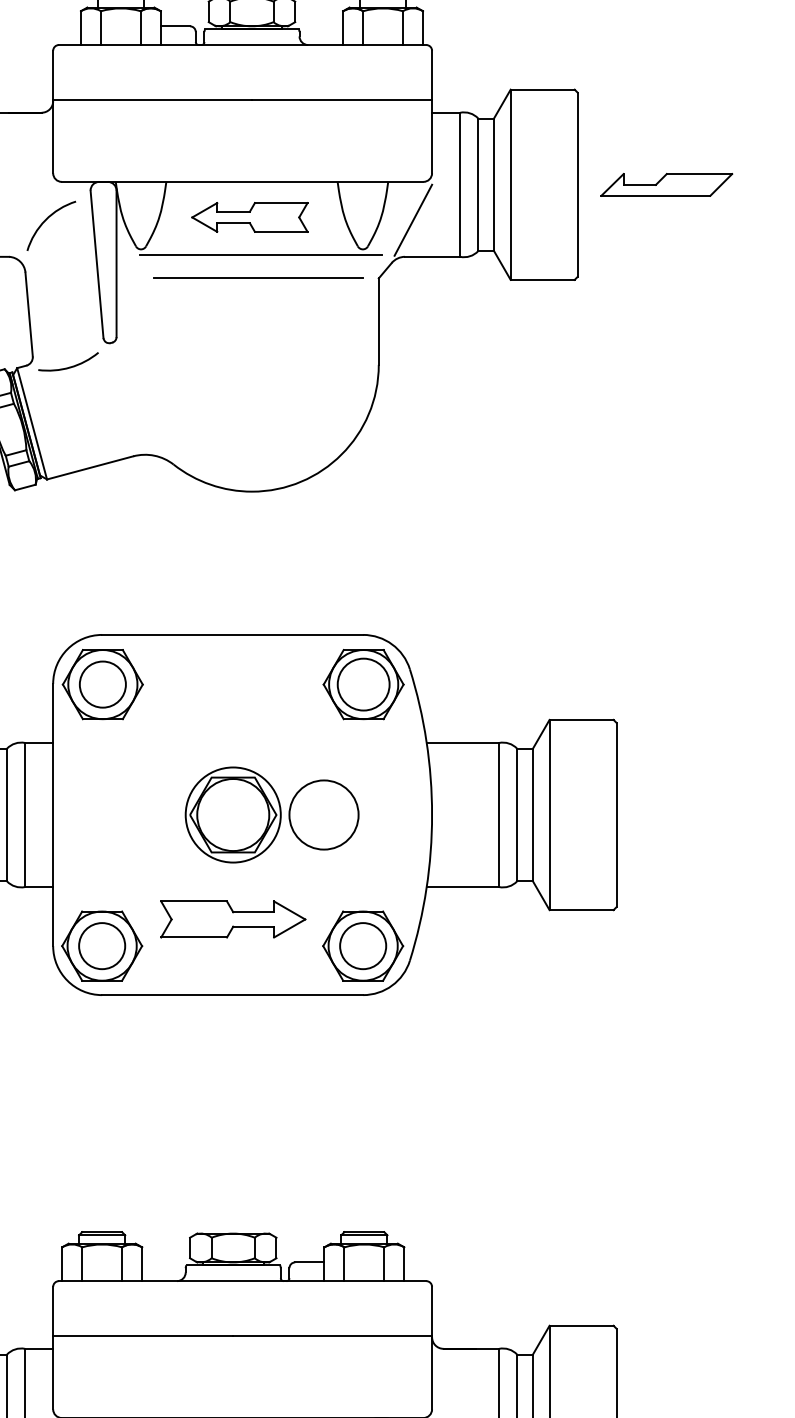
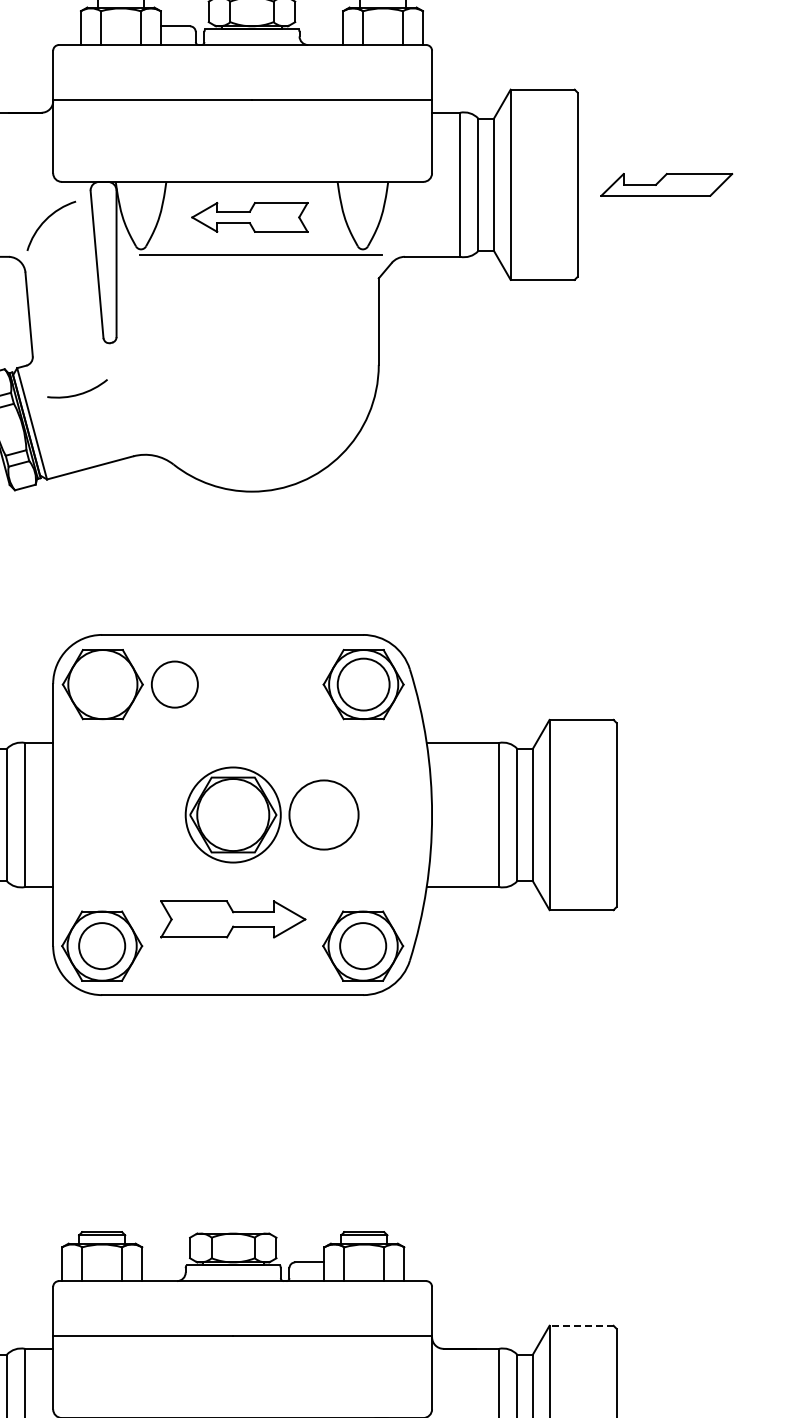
line at (413, 219): present -> none
line at (258, 278): present -> none
arc at (69, 366) position: (69, 366) -> (78, 393)
circle at (102, 684) position: (102, 684) -> (174, 684)
line at (581, 1325): solid -> dashed
